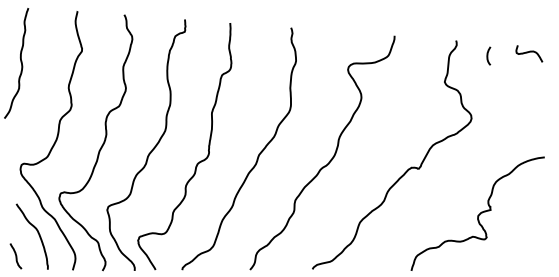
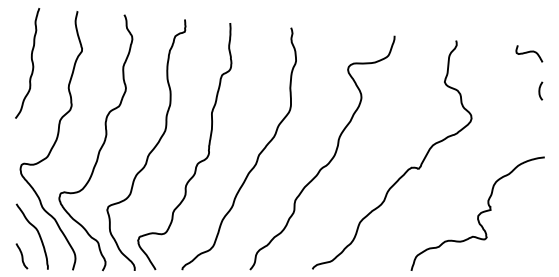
curve at (488, 55) position: (488, 55) -> (540, 90)
curve at (20, 62) position: (20, 62) -> (31, 62)
curve at (15, 256) position: (15, 256) -> (21, 256)
